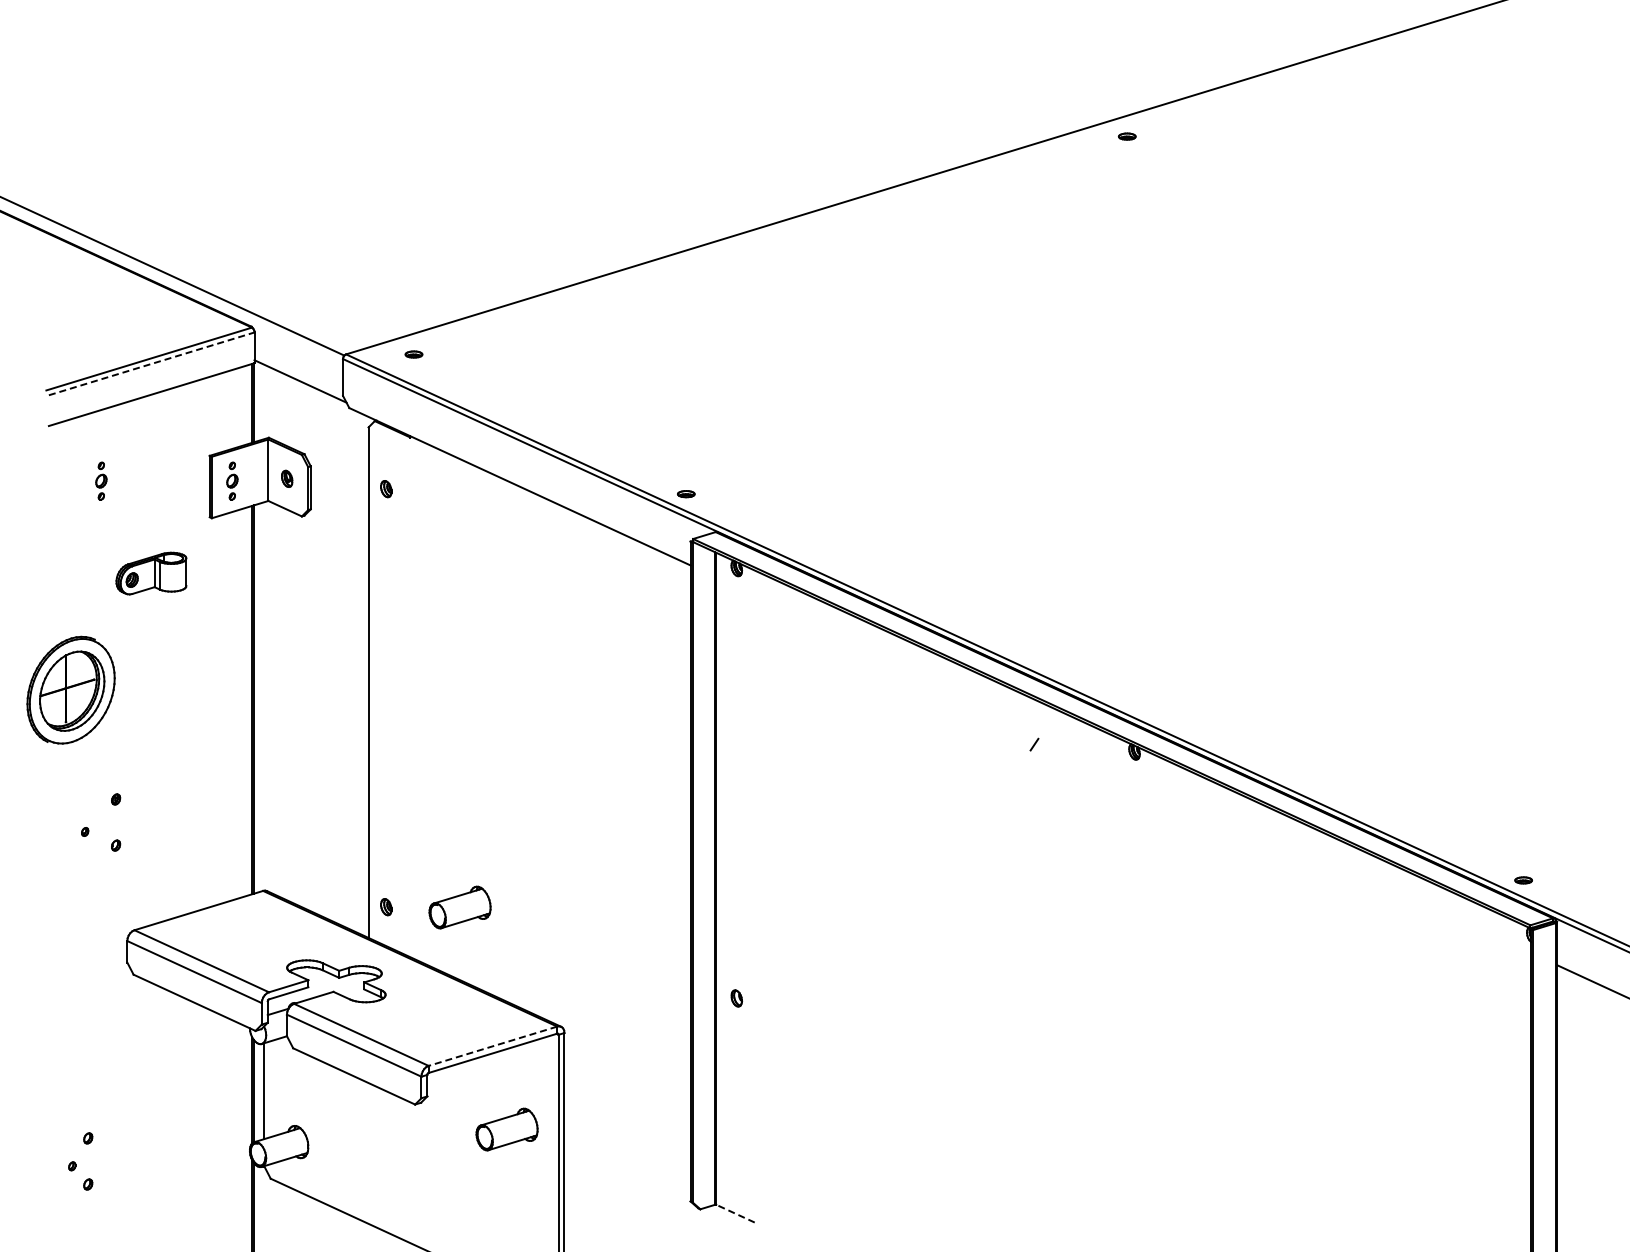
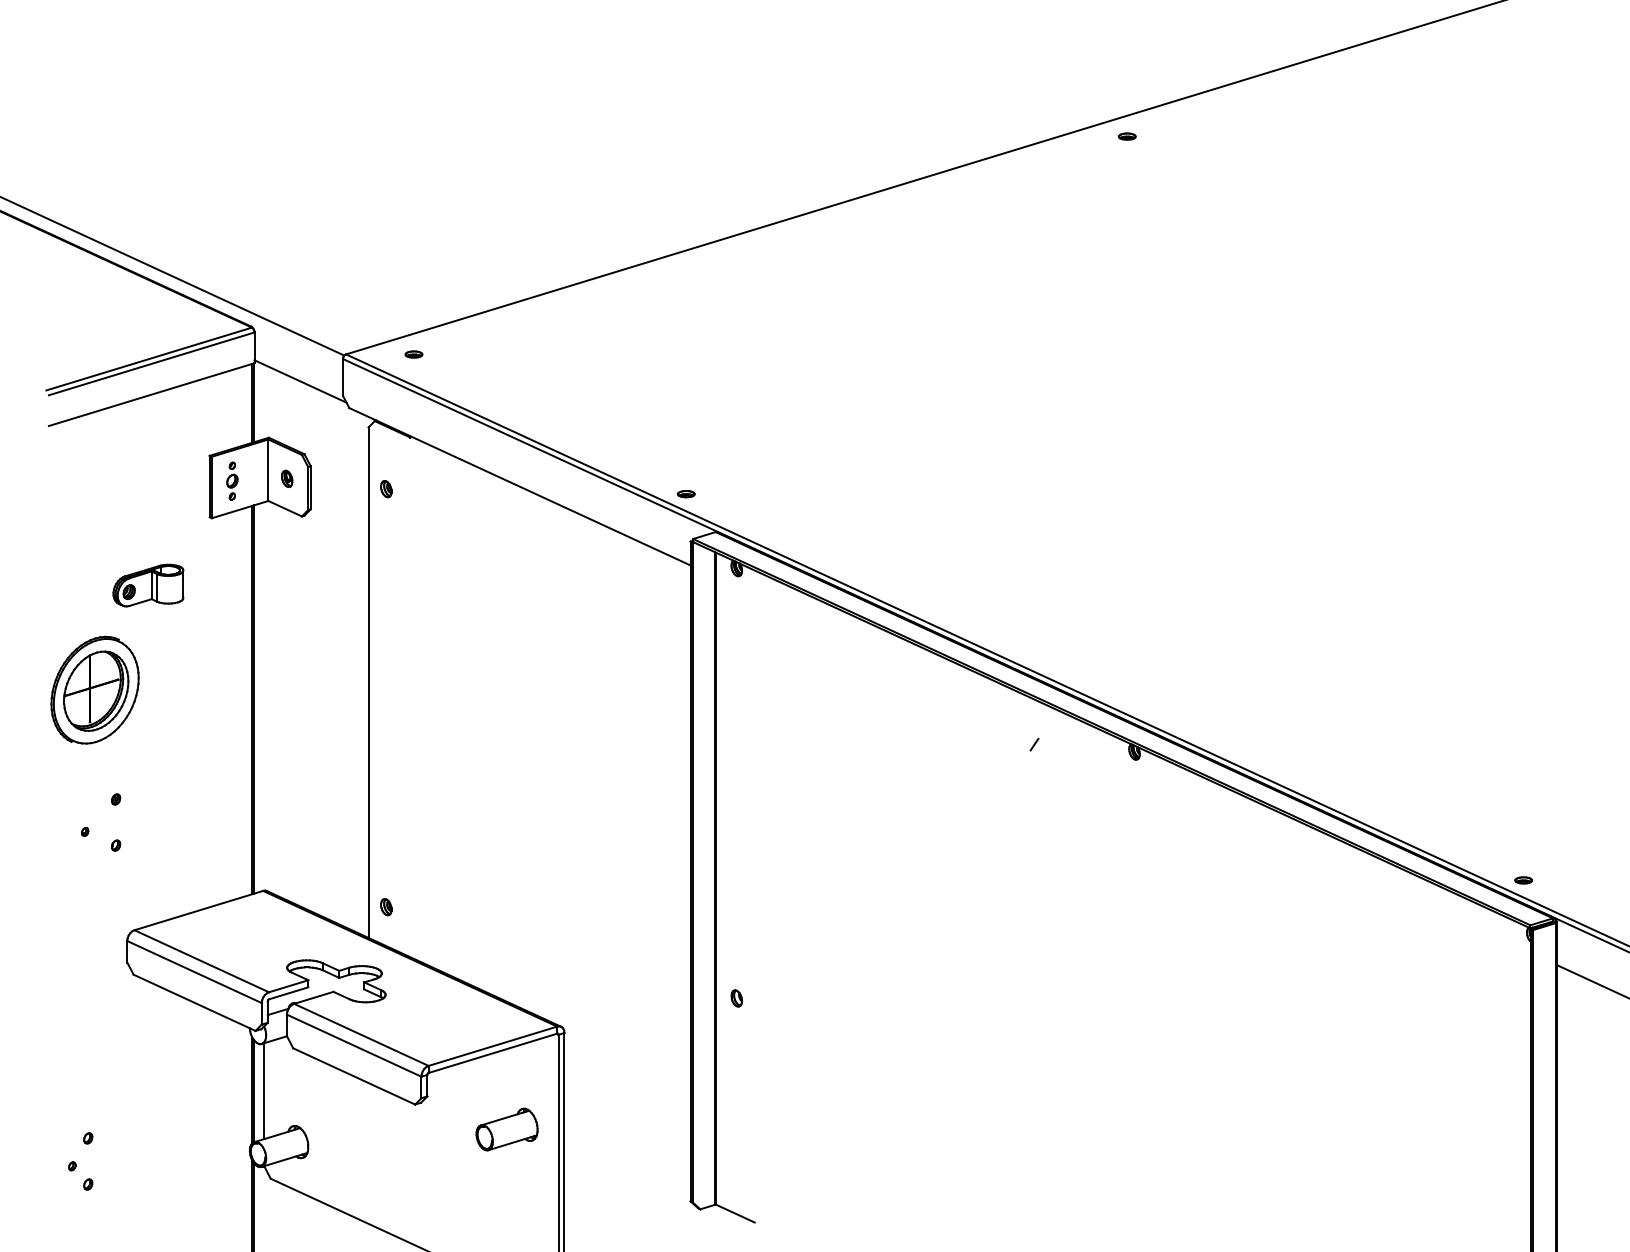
line at (151, 363): dashed -> solid
part at (101, 480): present -> none
part at (151, 573) position: (151, 573) -> (148, 585)
part at (70, 689) position: (70, 689) -> (94, 689)
part at (459, 907): present -> none
line at (492, 1046): dashed -> solid
line at (735, 1213): dashed -> solid
